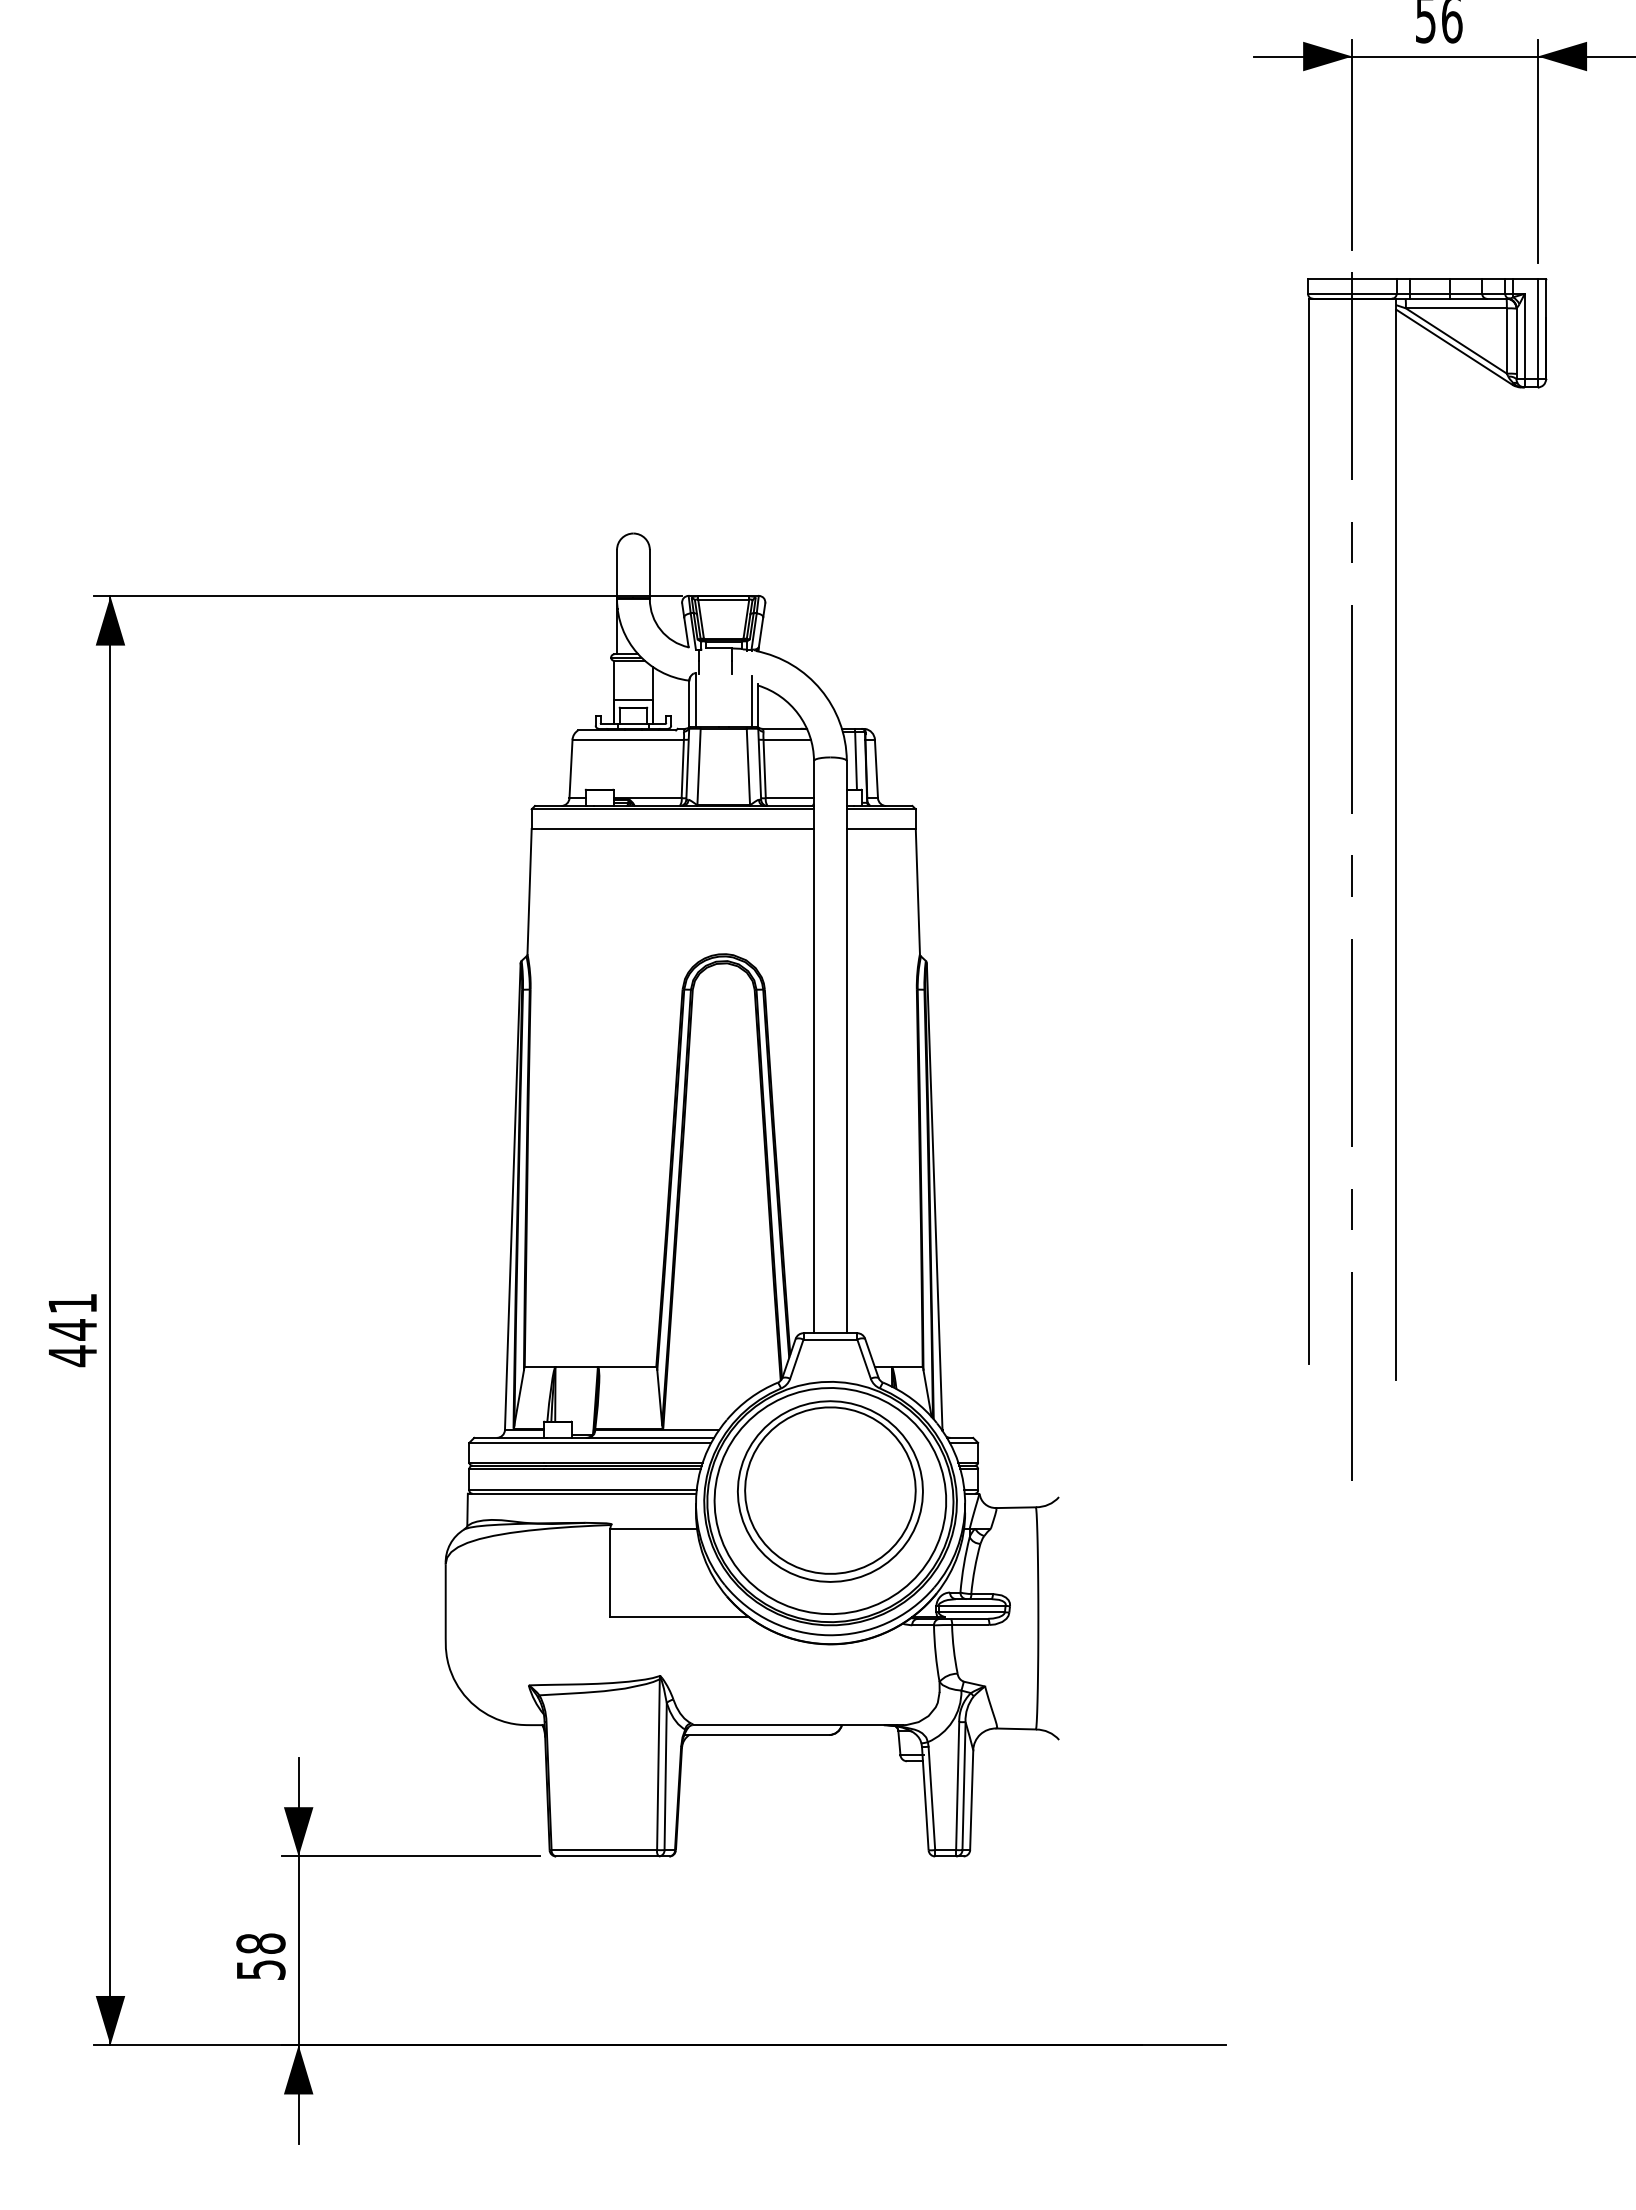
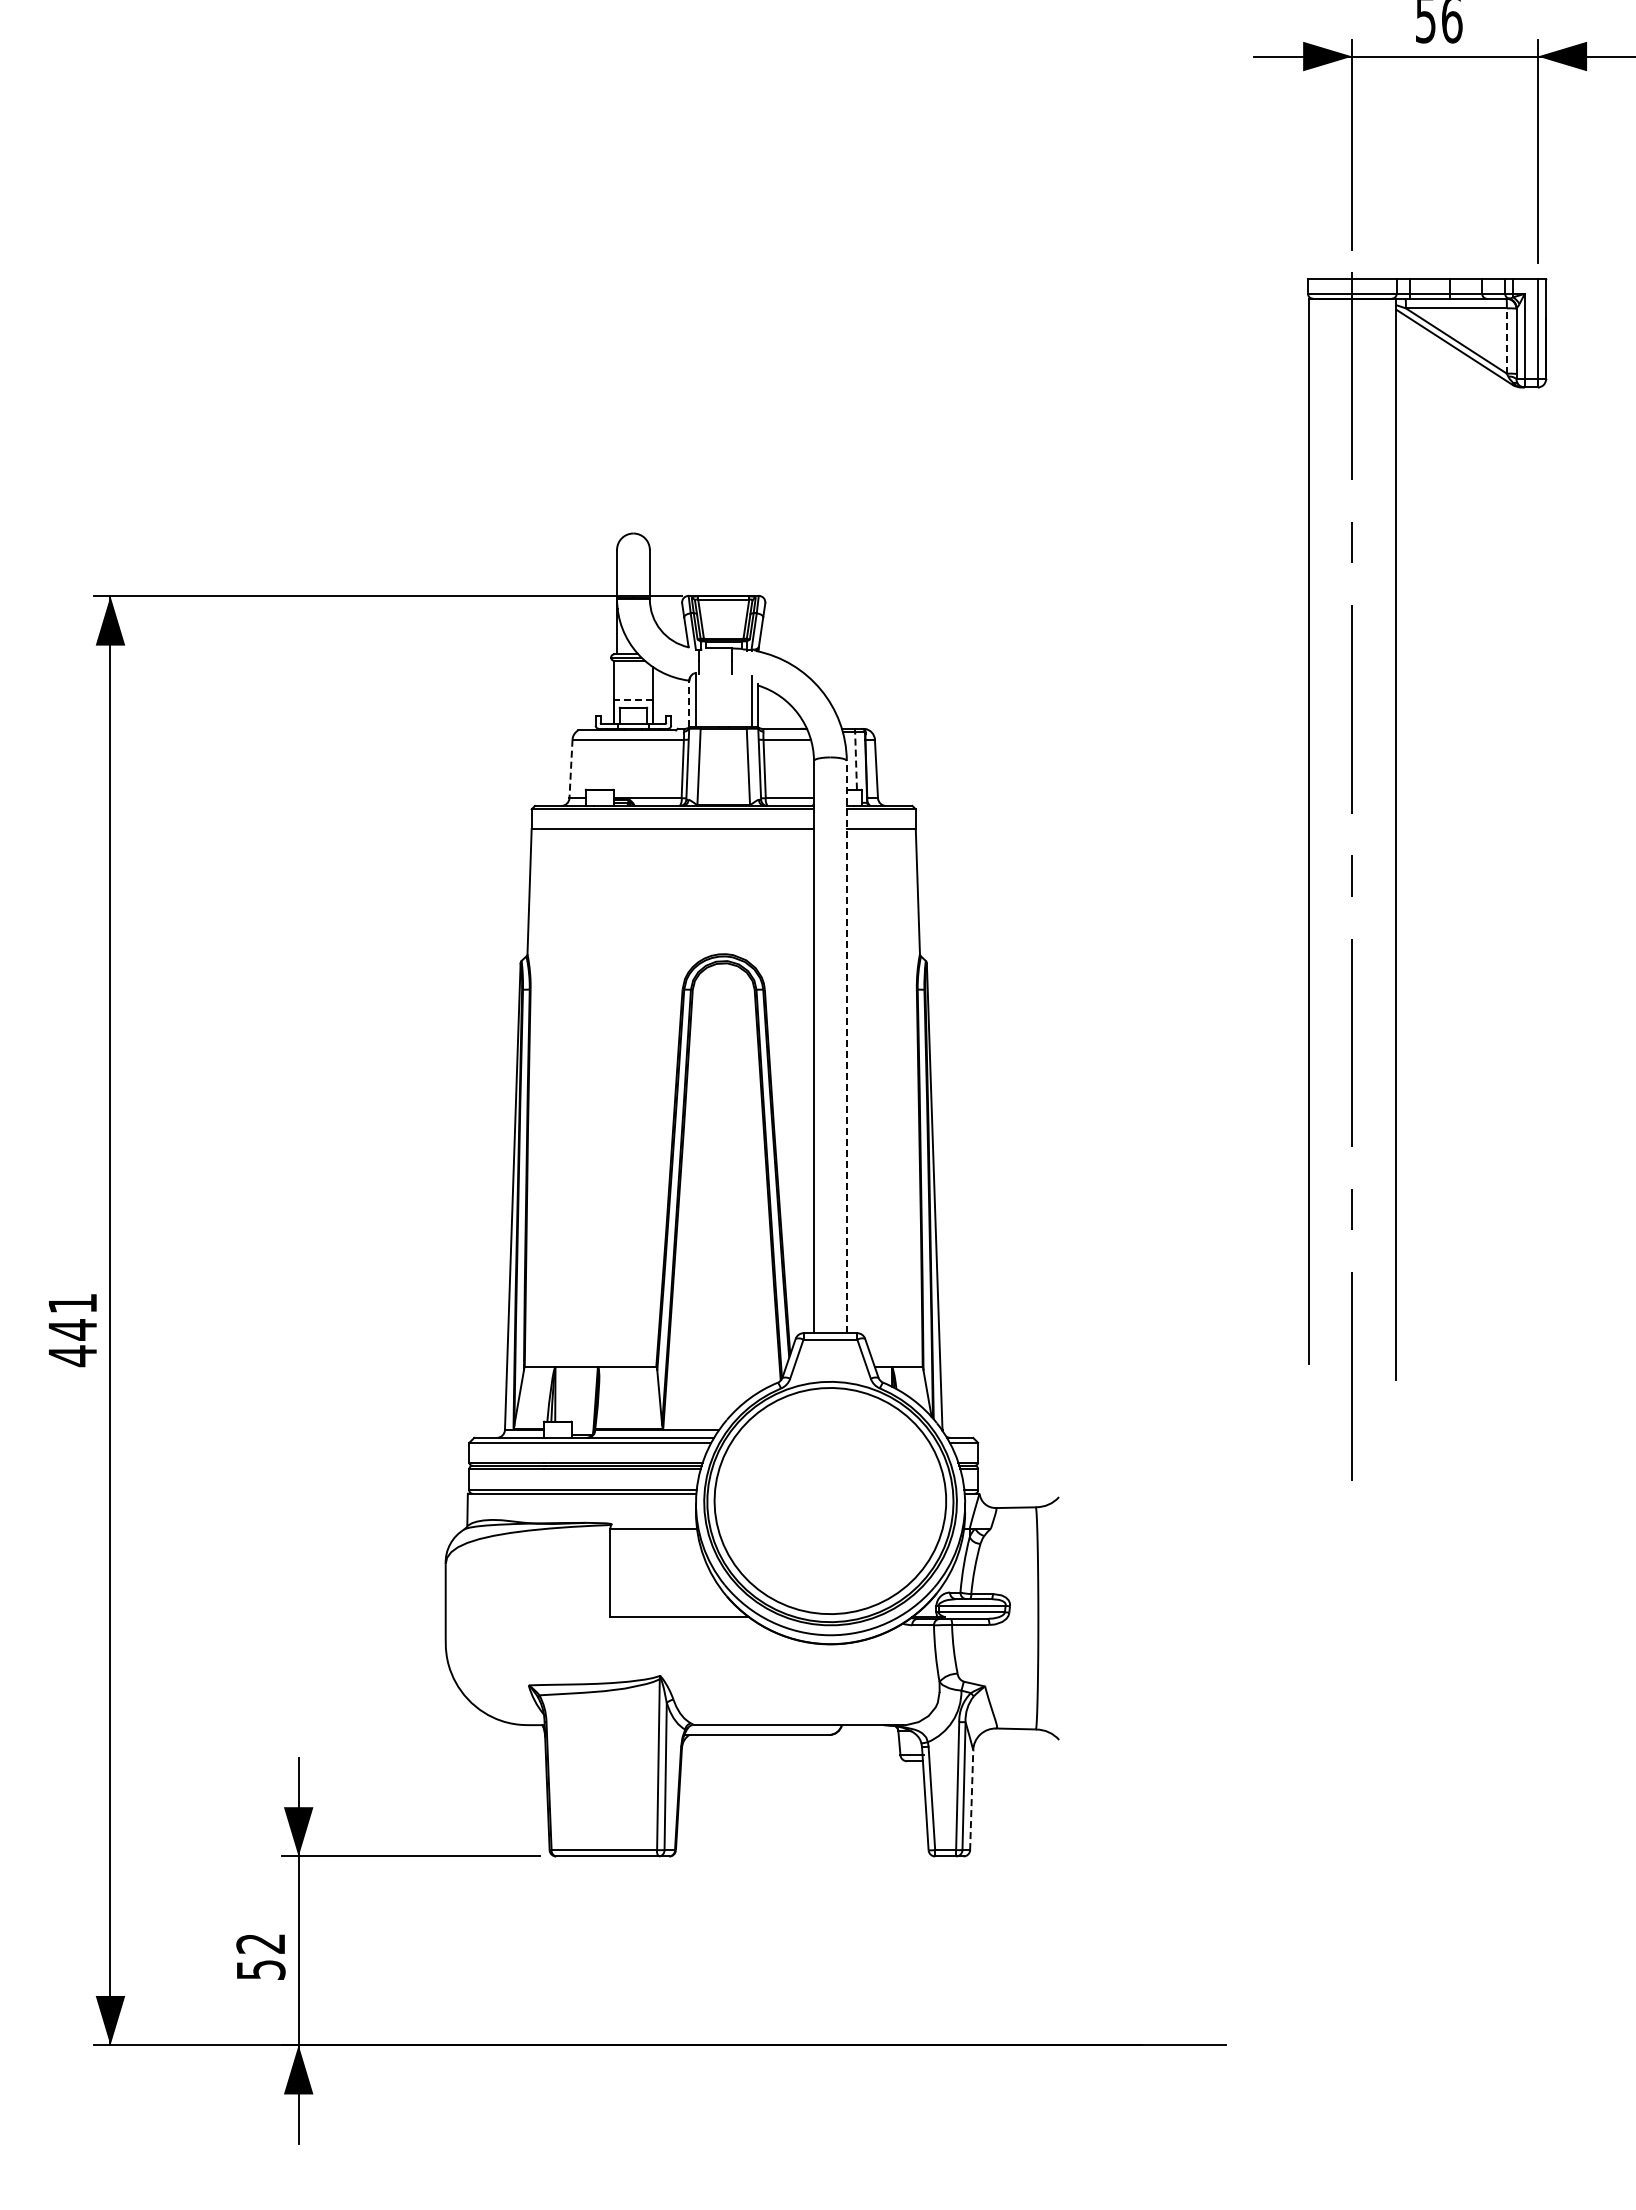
line at (1506, 341): solid -> dashed
line at (632, 700): solid -> dashed
line at (689, 704): solid -> dashed
line at (856, 760): solid -> dashed
line at (570, 769): solid -> dashed
line at (846, 1046): solid -> dashed
part at (830, 1491): present -> none
line at (971, 1800): solid -> dashed
text at (260, 1943): 58 -> 52
